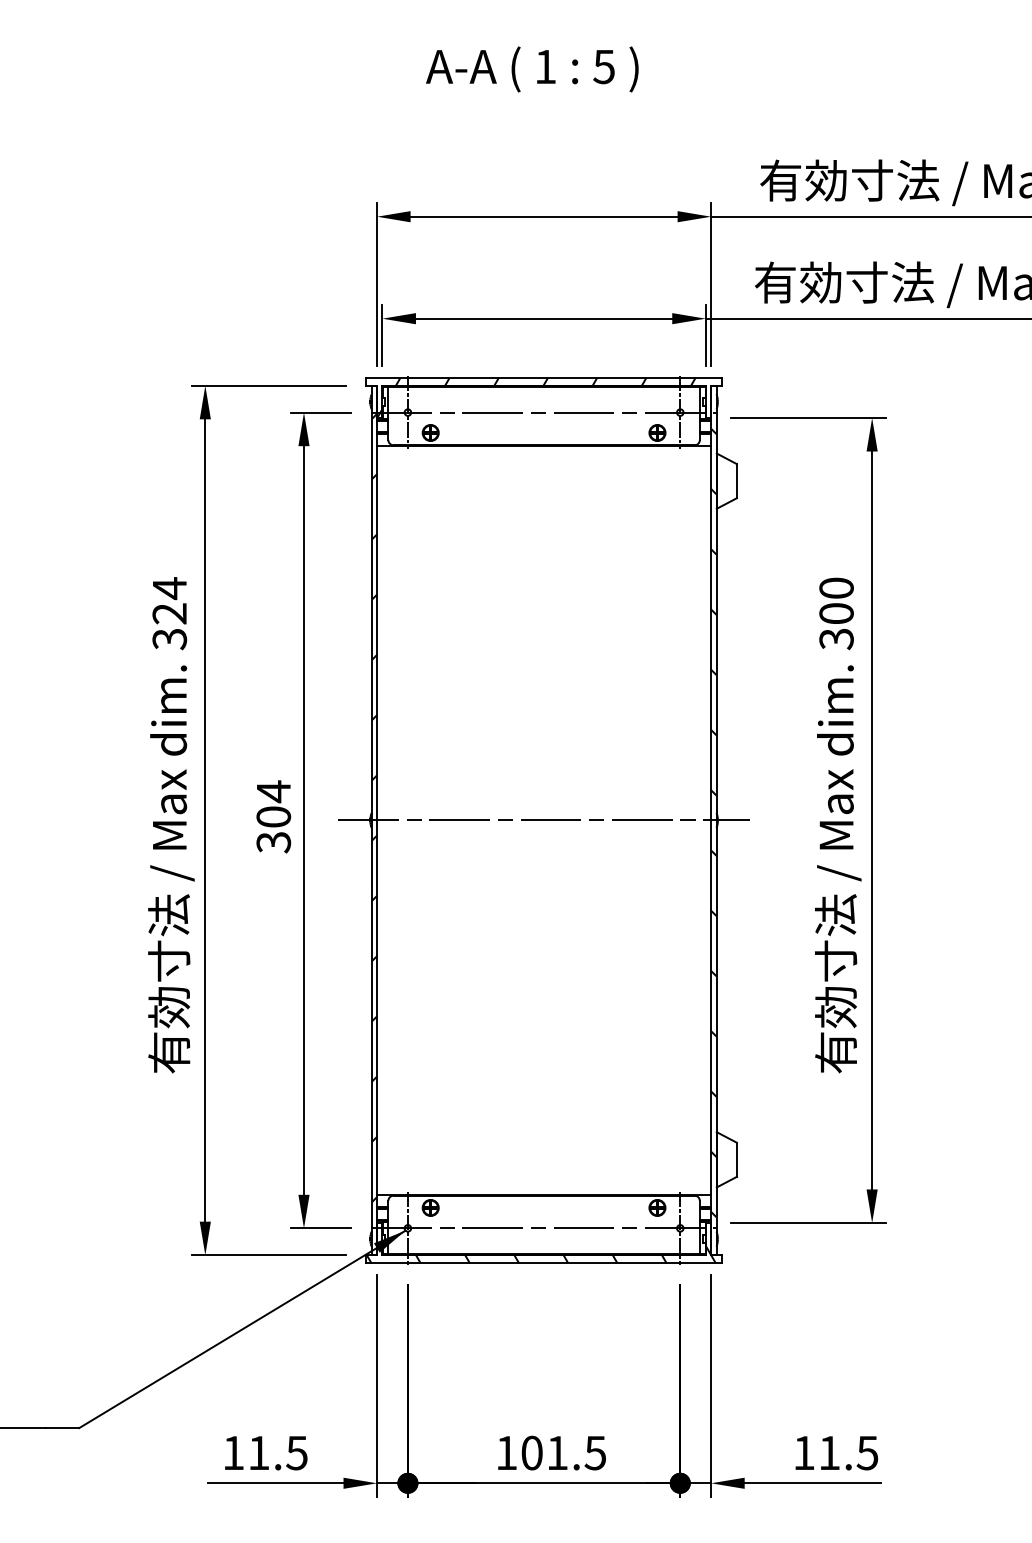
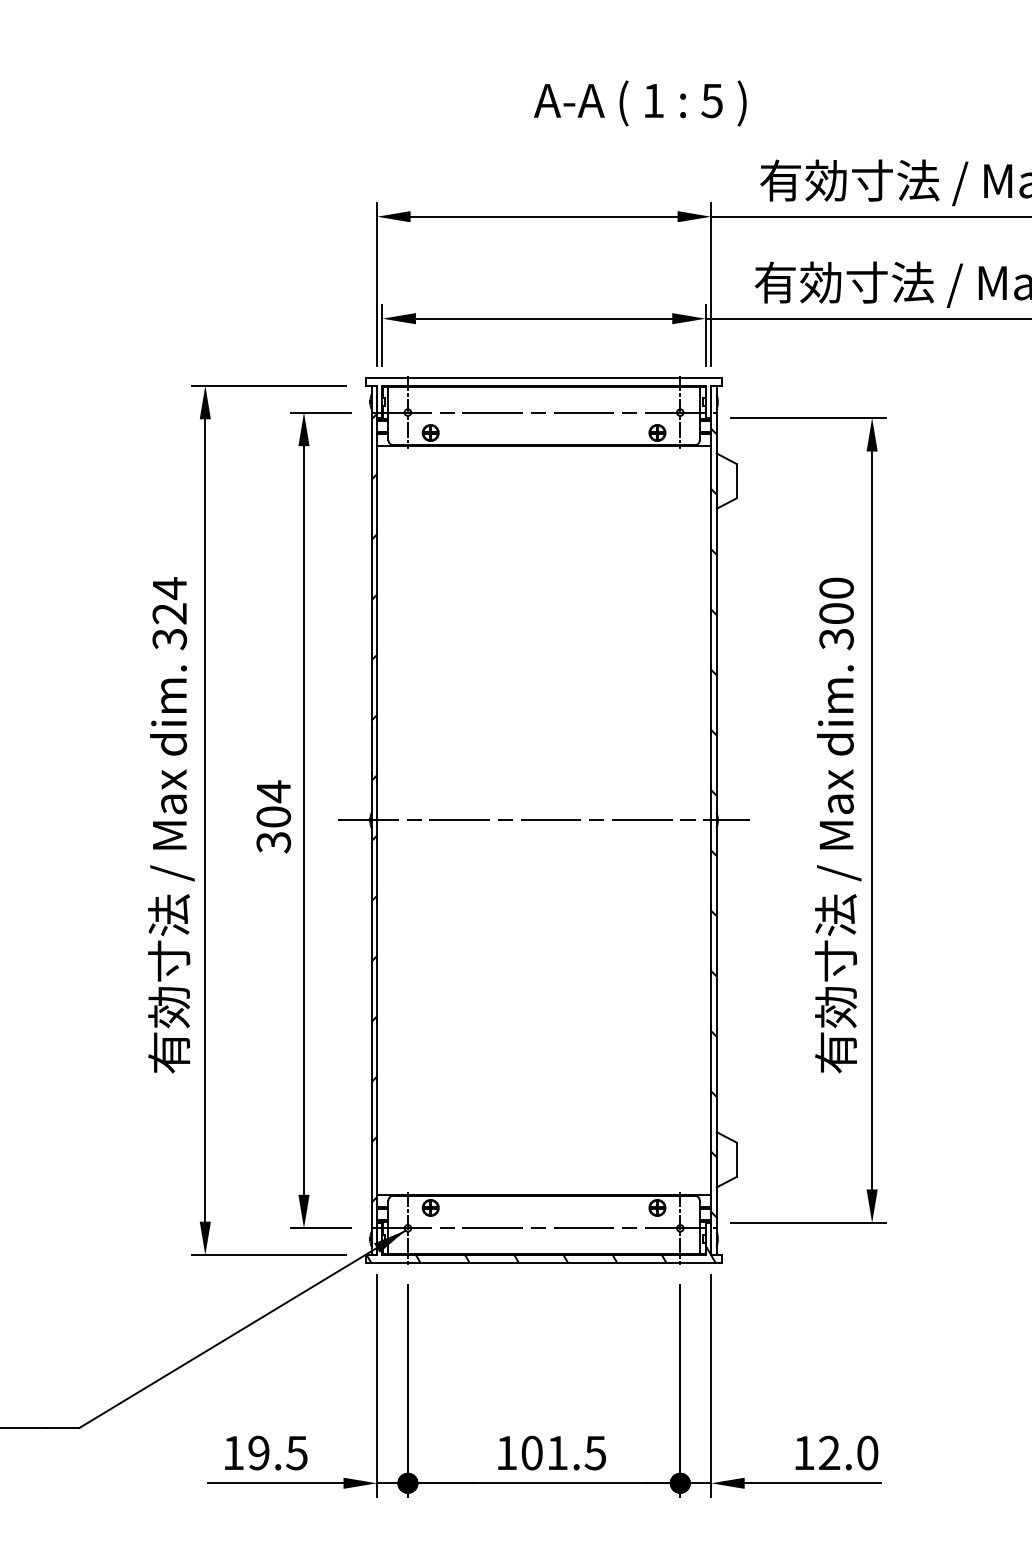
text at (532, 69) position: (532, 69) -> (640, 103)
hatch at (536, 397): present -> none
text at (258, 1452): 11.5 -> 19.5
text at (848, 1452): 11.5 -> 12.0
